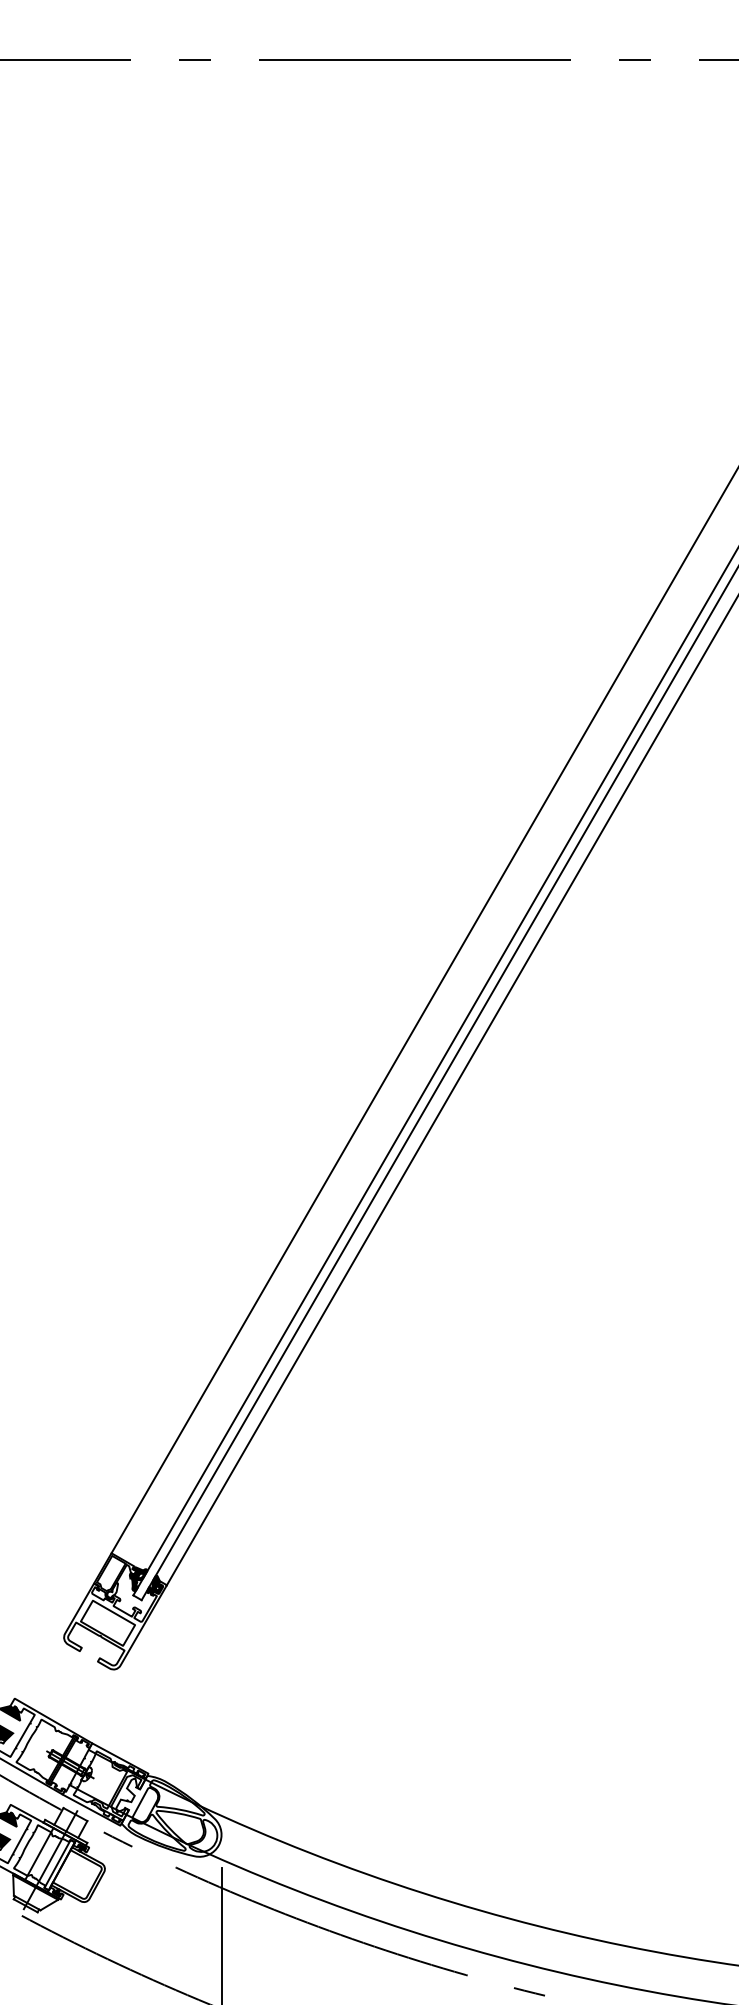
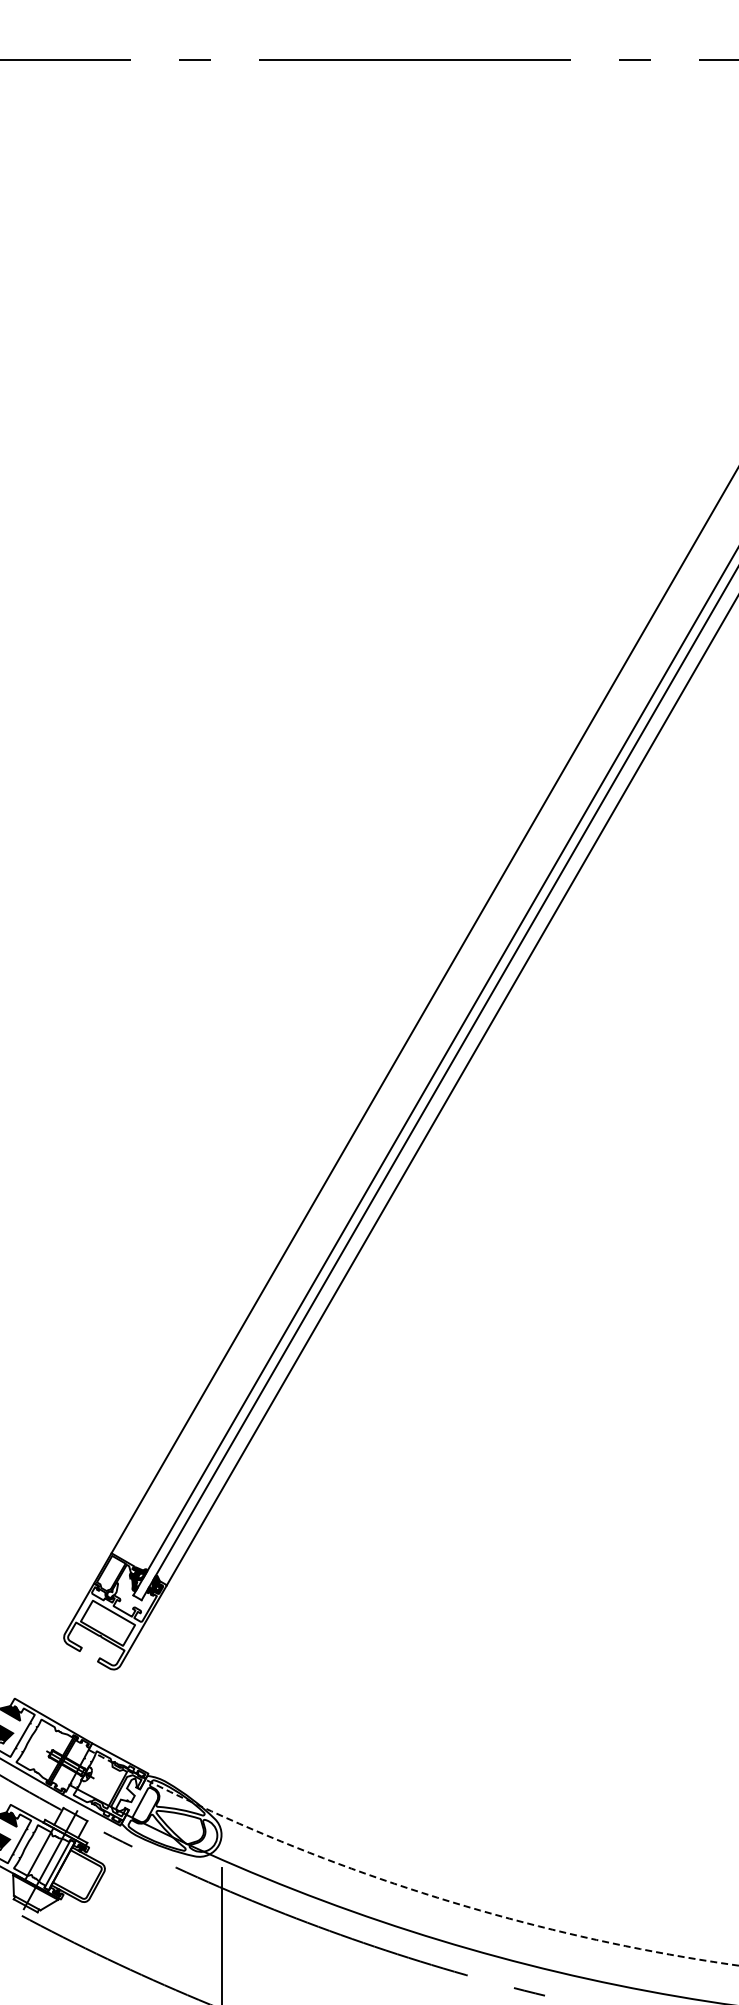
arc at (402, 1886): solid -> dashed
